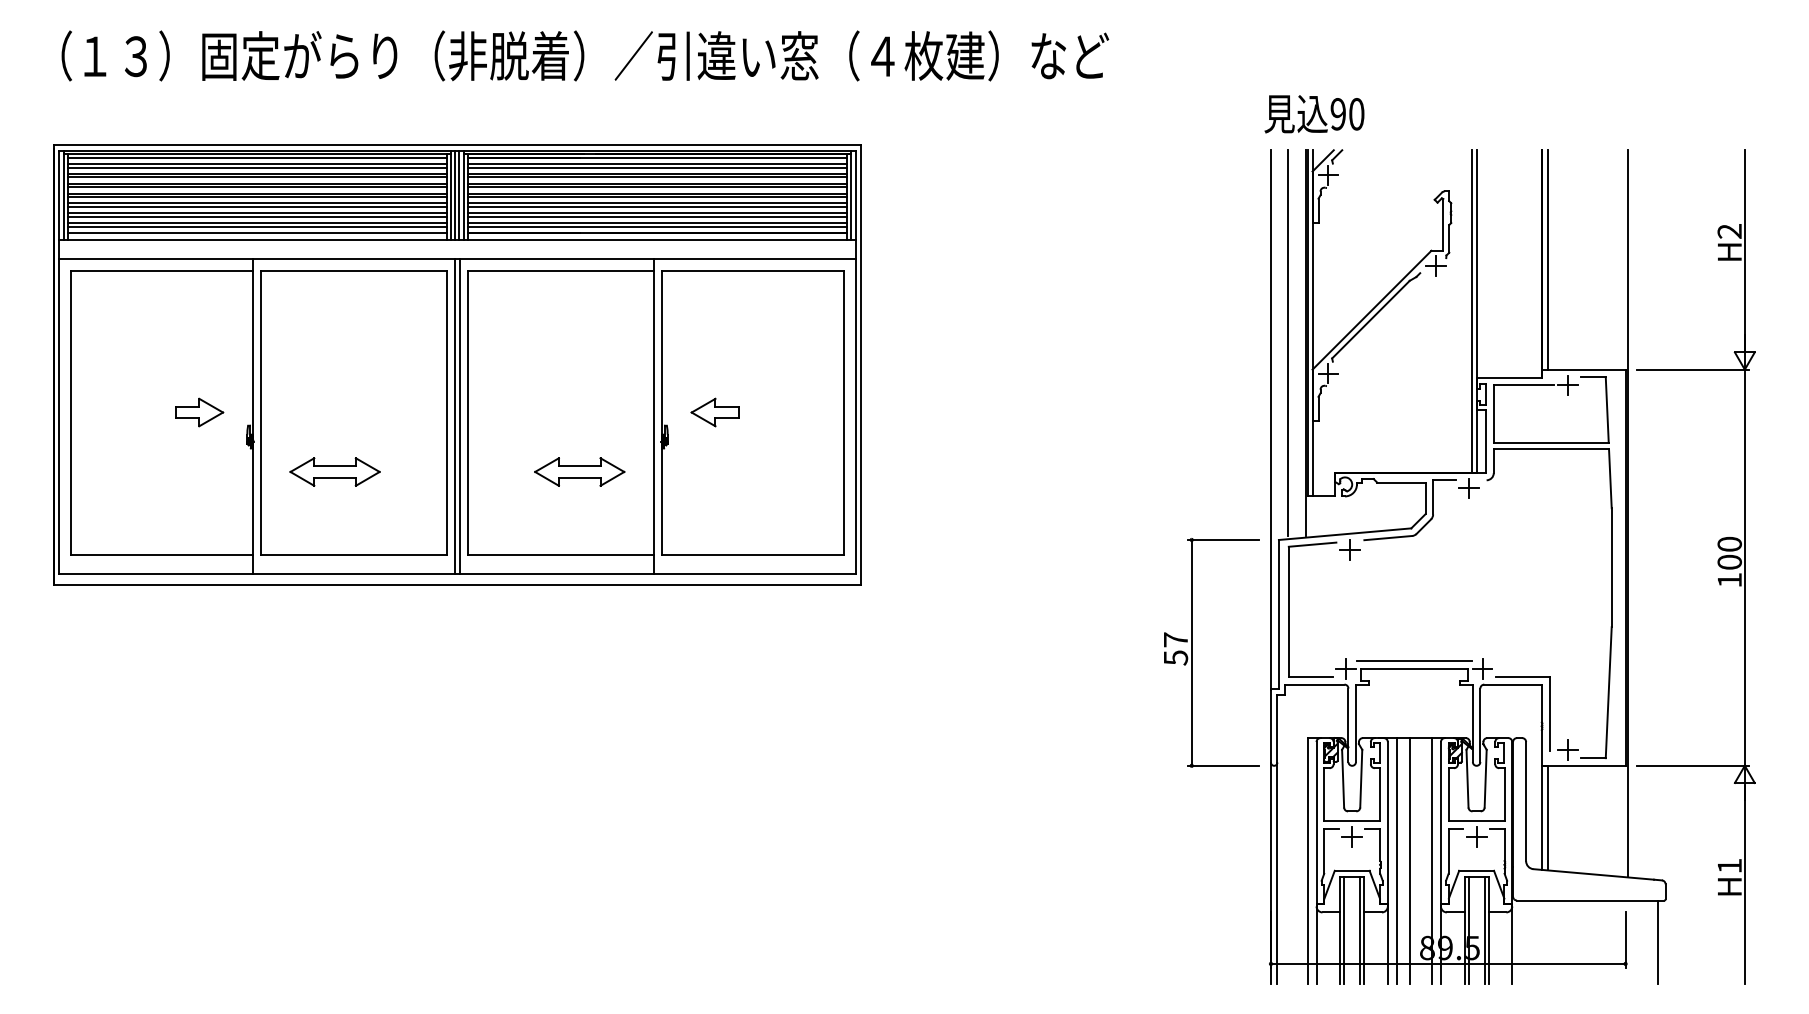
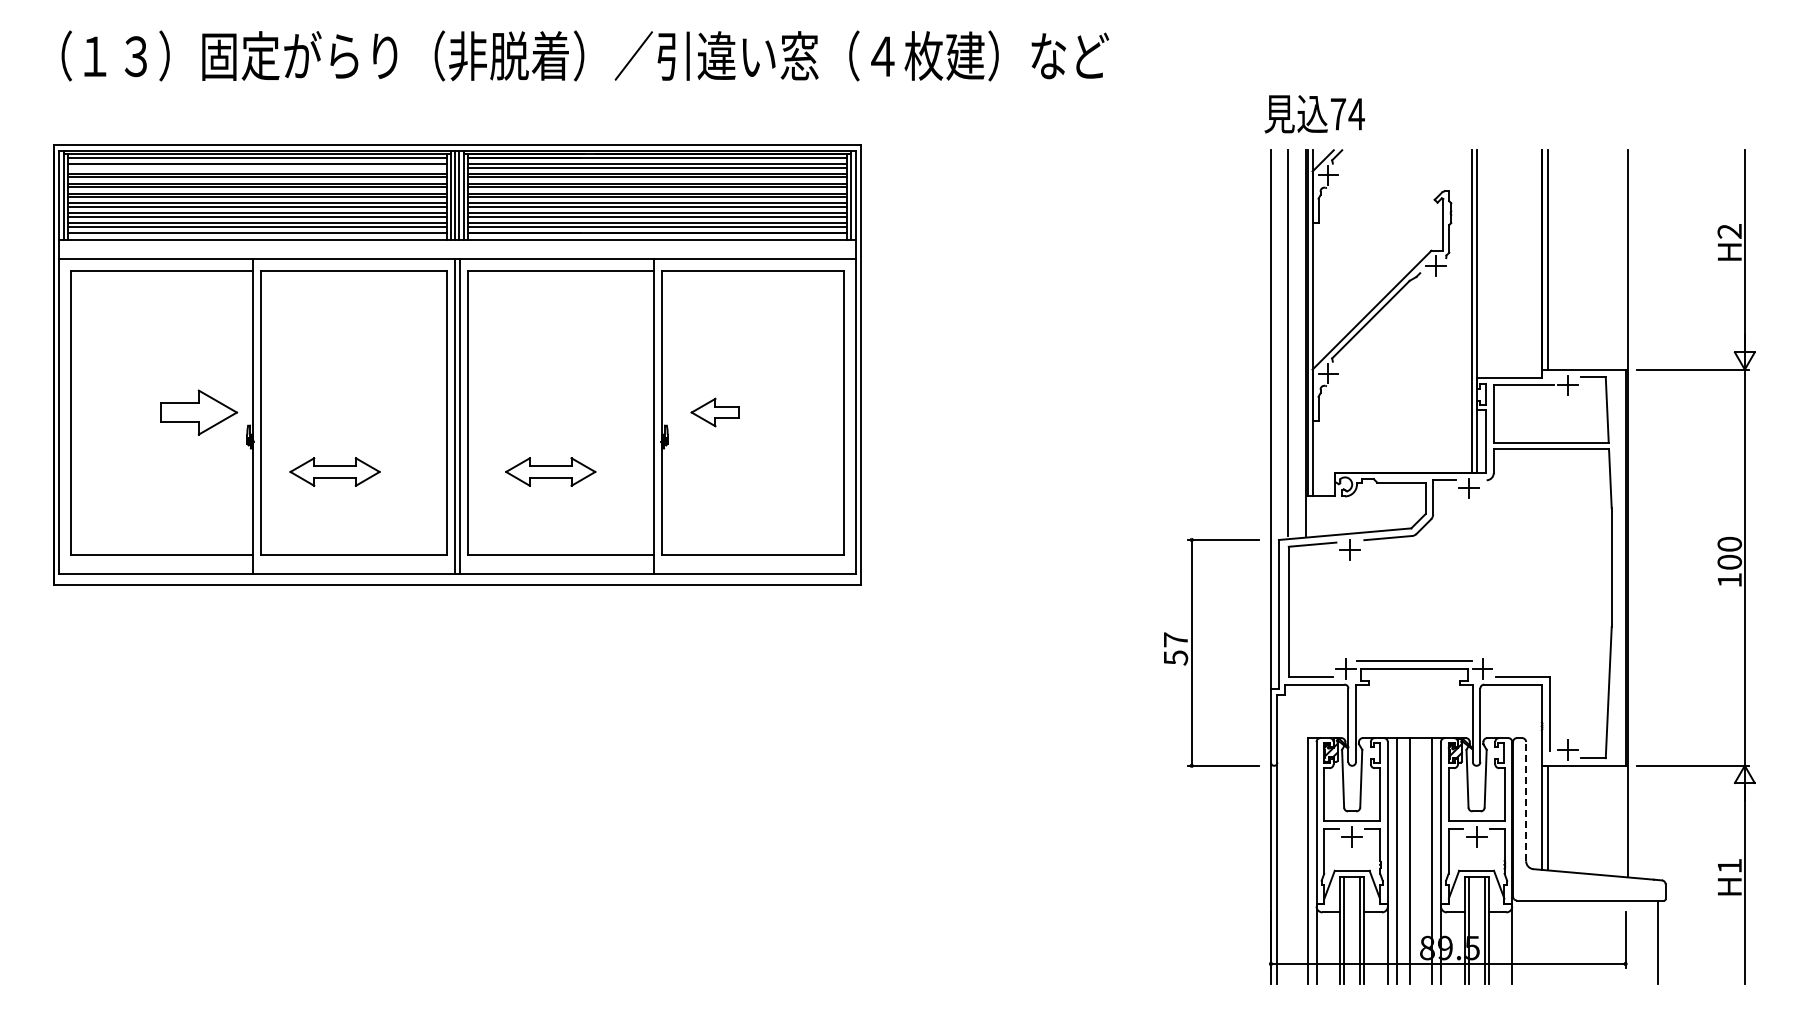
text at (1347, 114): 90 -> 74
line at (256, 168): present -> none
part at (199, 412) size: 50x31 px -> 79x47 px
part at (579, 471) position: (579, 471) -> (550, 471)
line at (1526, 801): solid -> dashed
